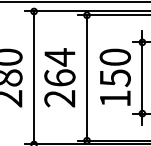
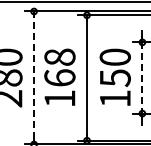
line at (34, 77): solid -> dashed
text at (59, 77): 264 -> 168
line at (142, 77): solid -> dashed
